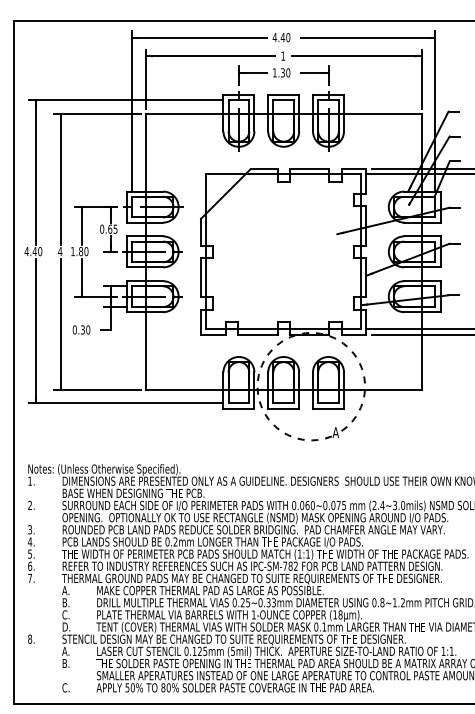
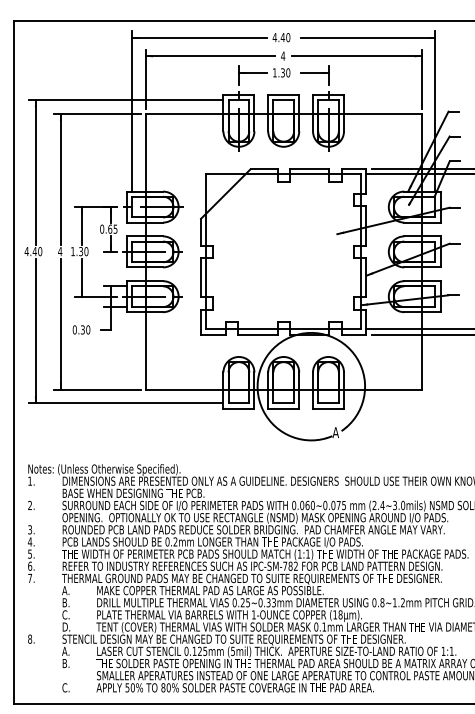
text at (283, 55): 1 -> 4
text at (81, 251): 1.80 -> 1.30
arc at (285, 339): dashed -> solid
